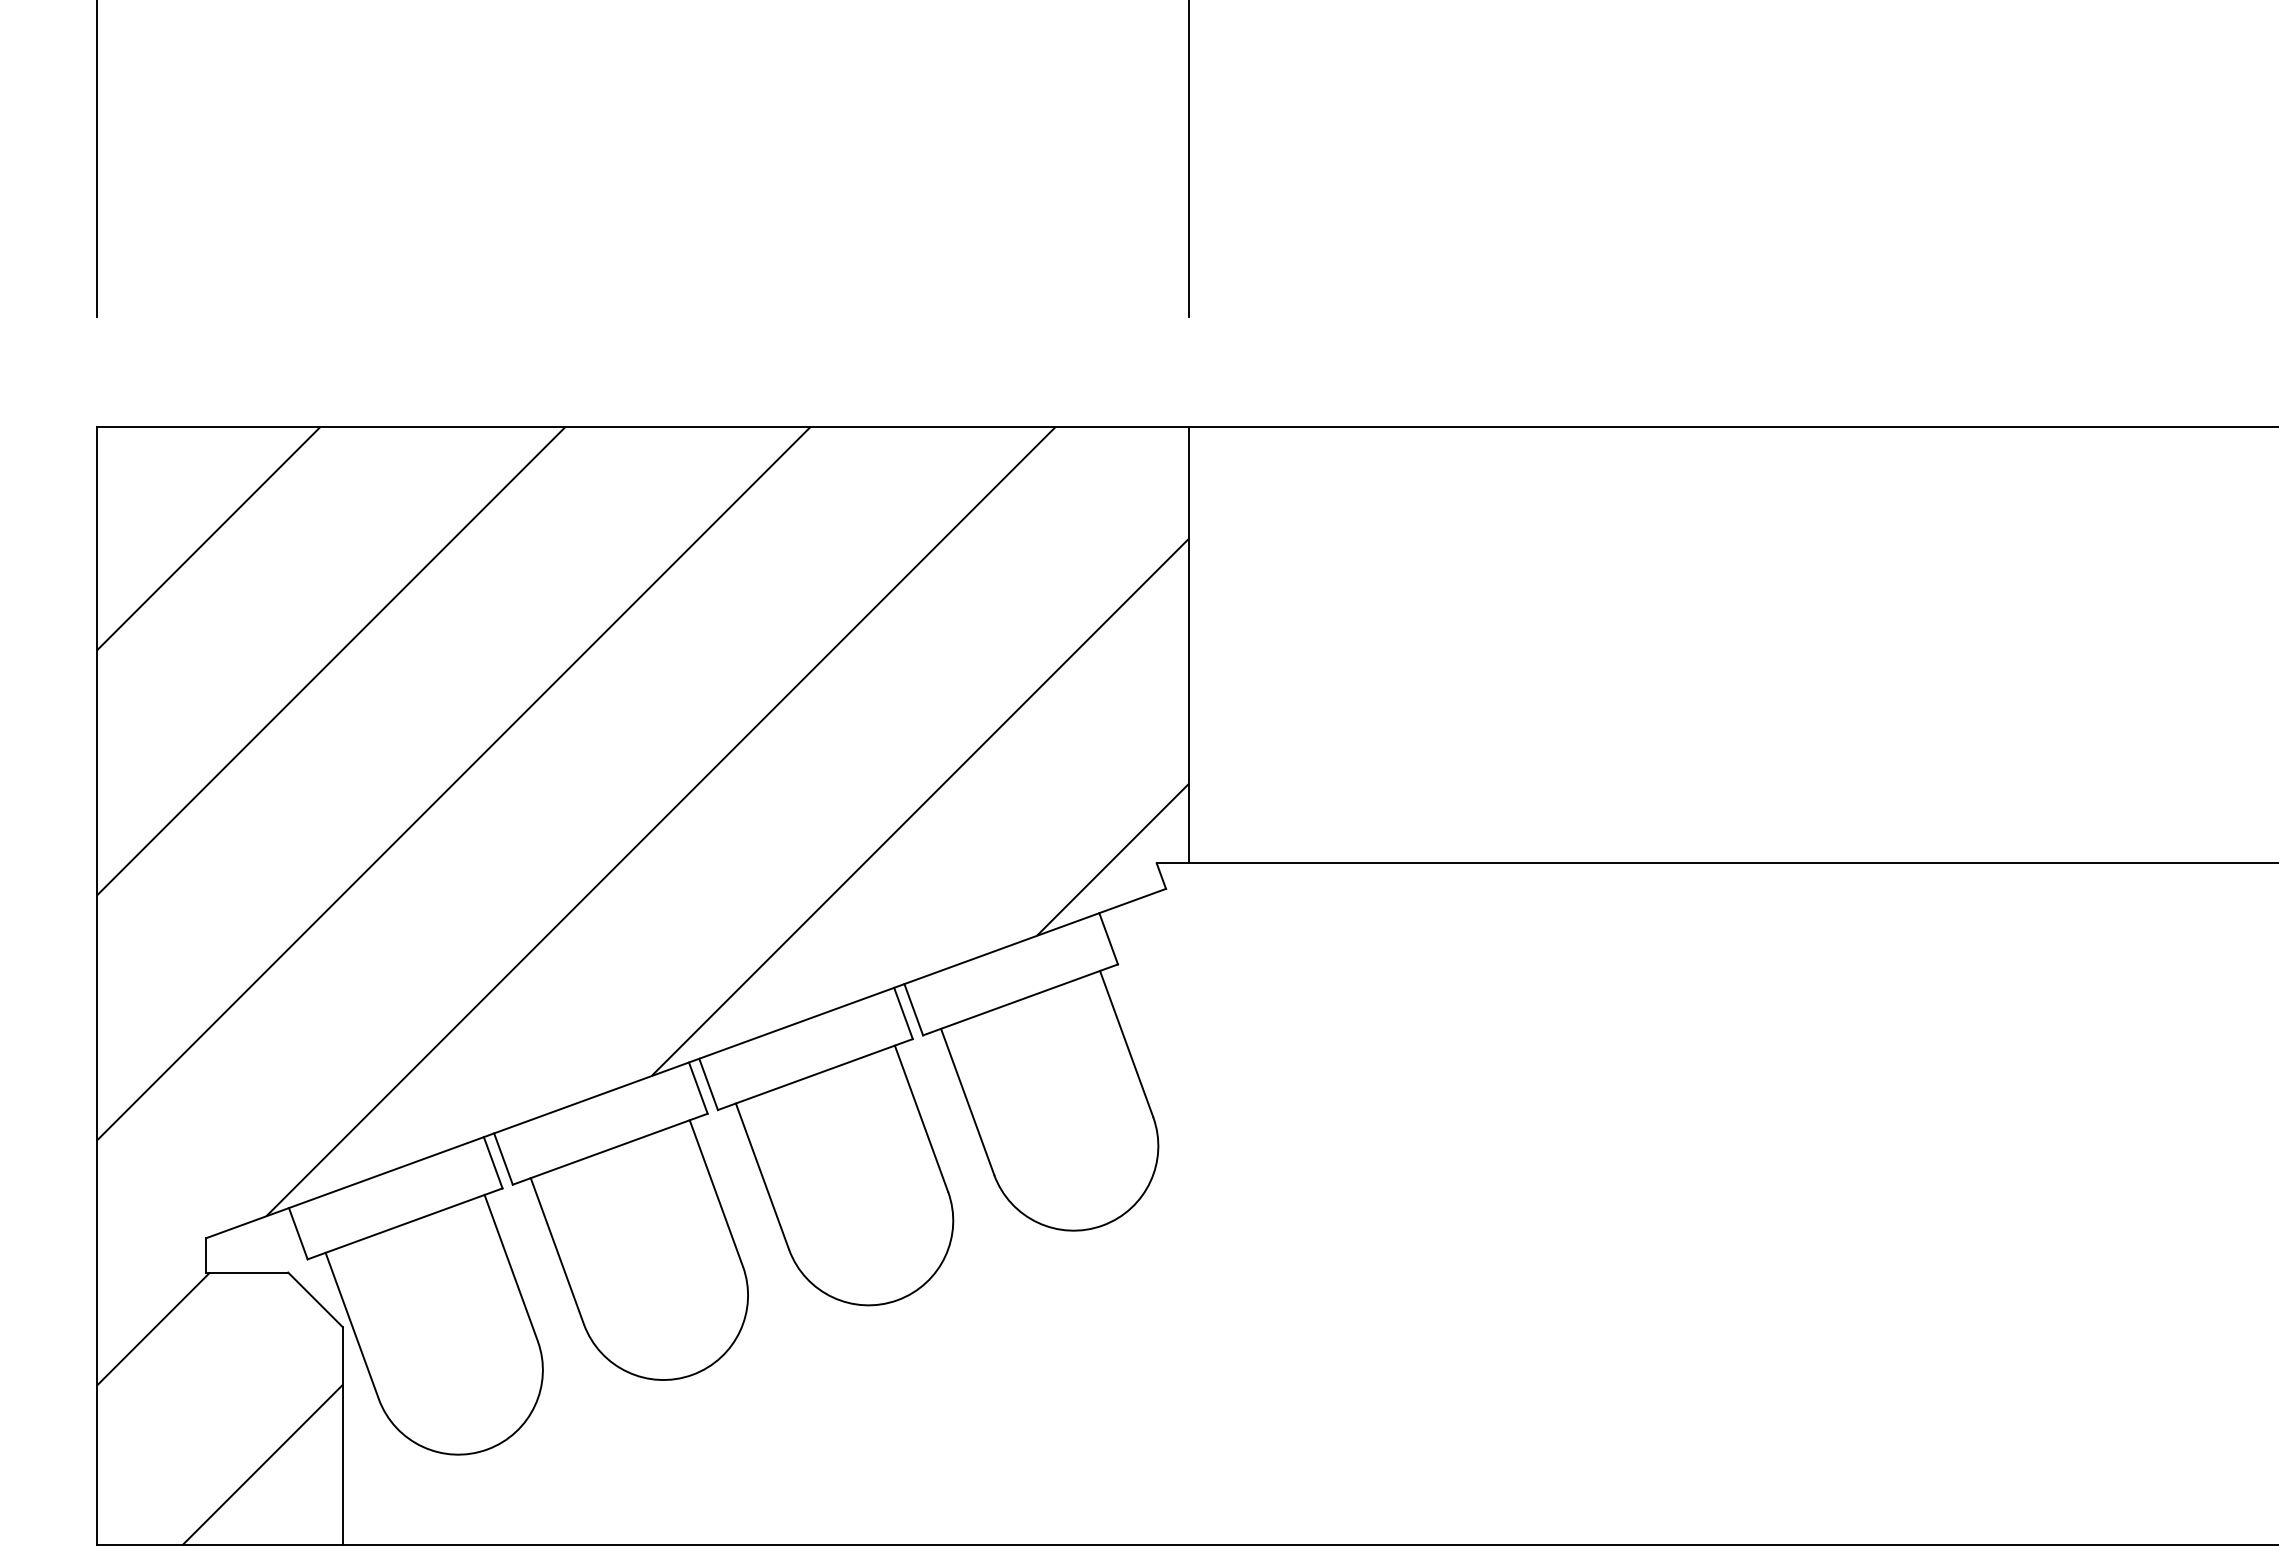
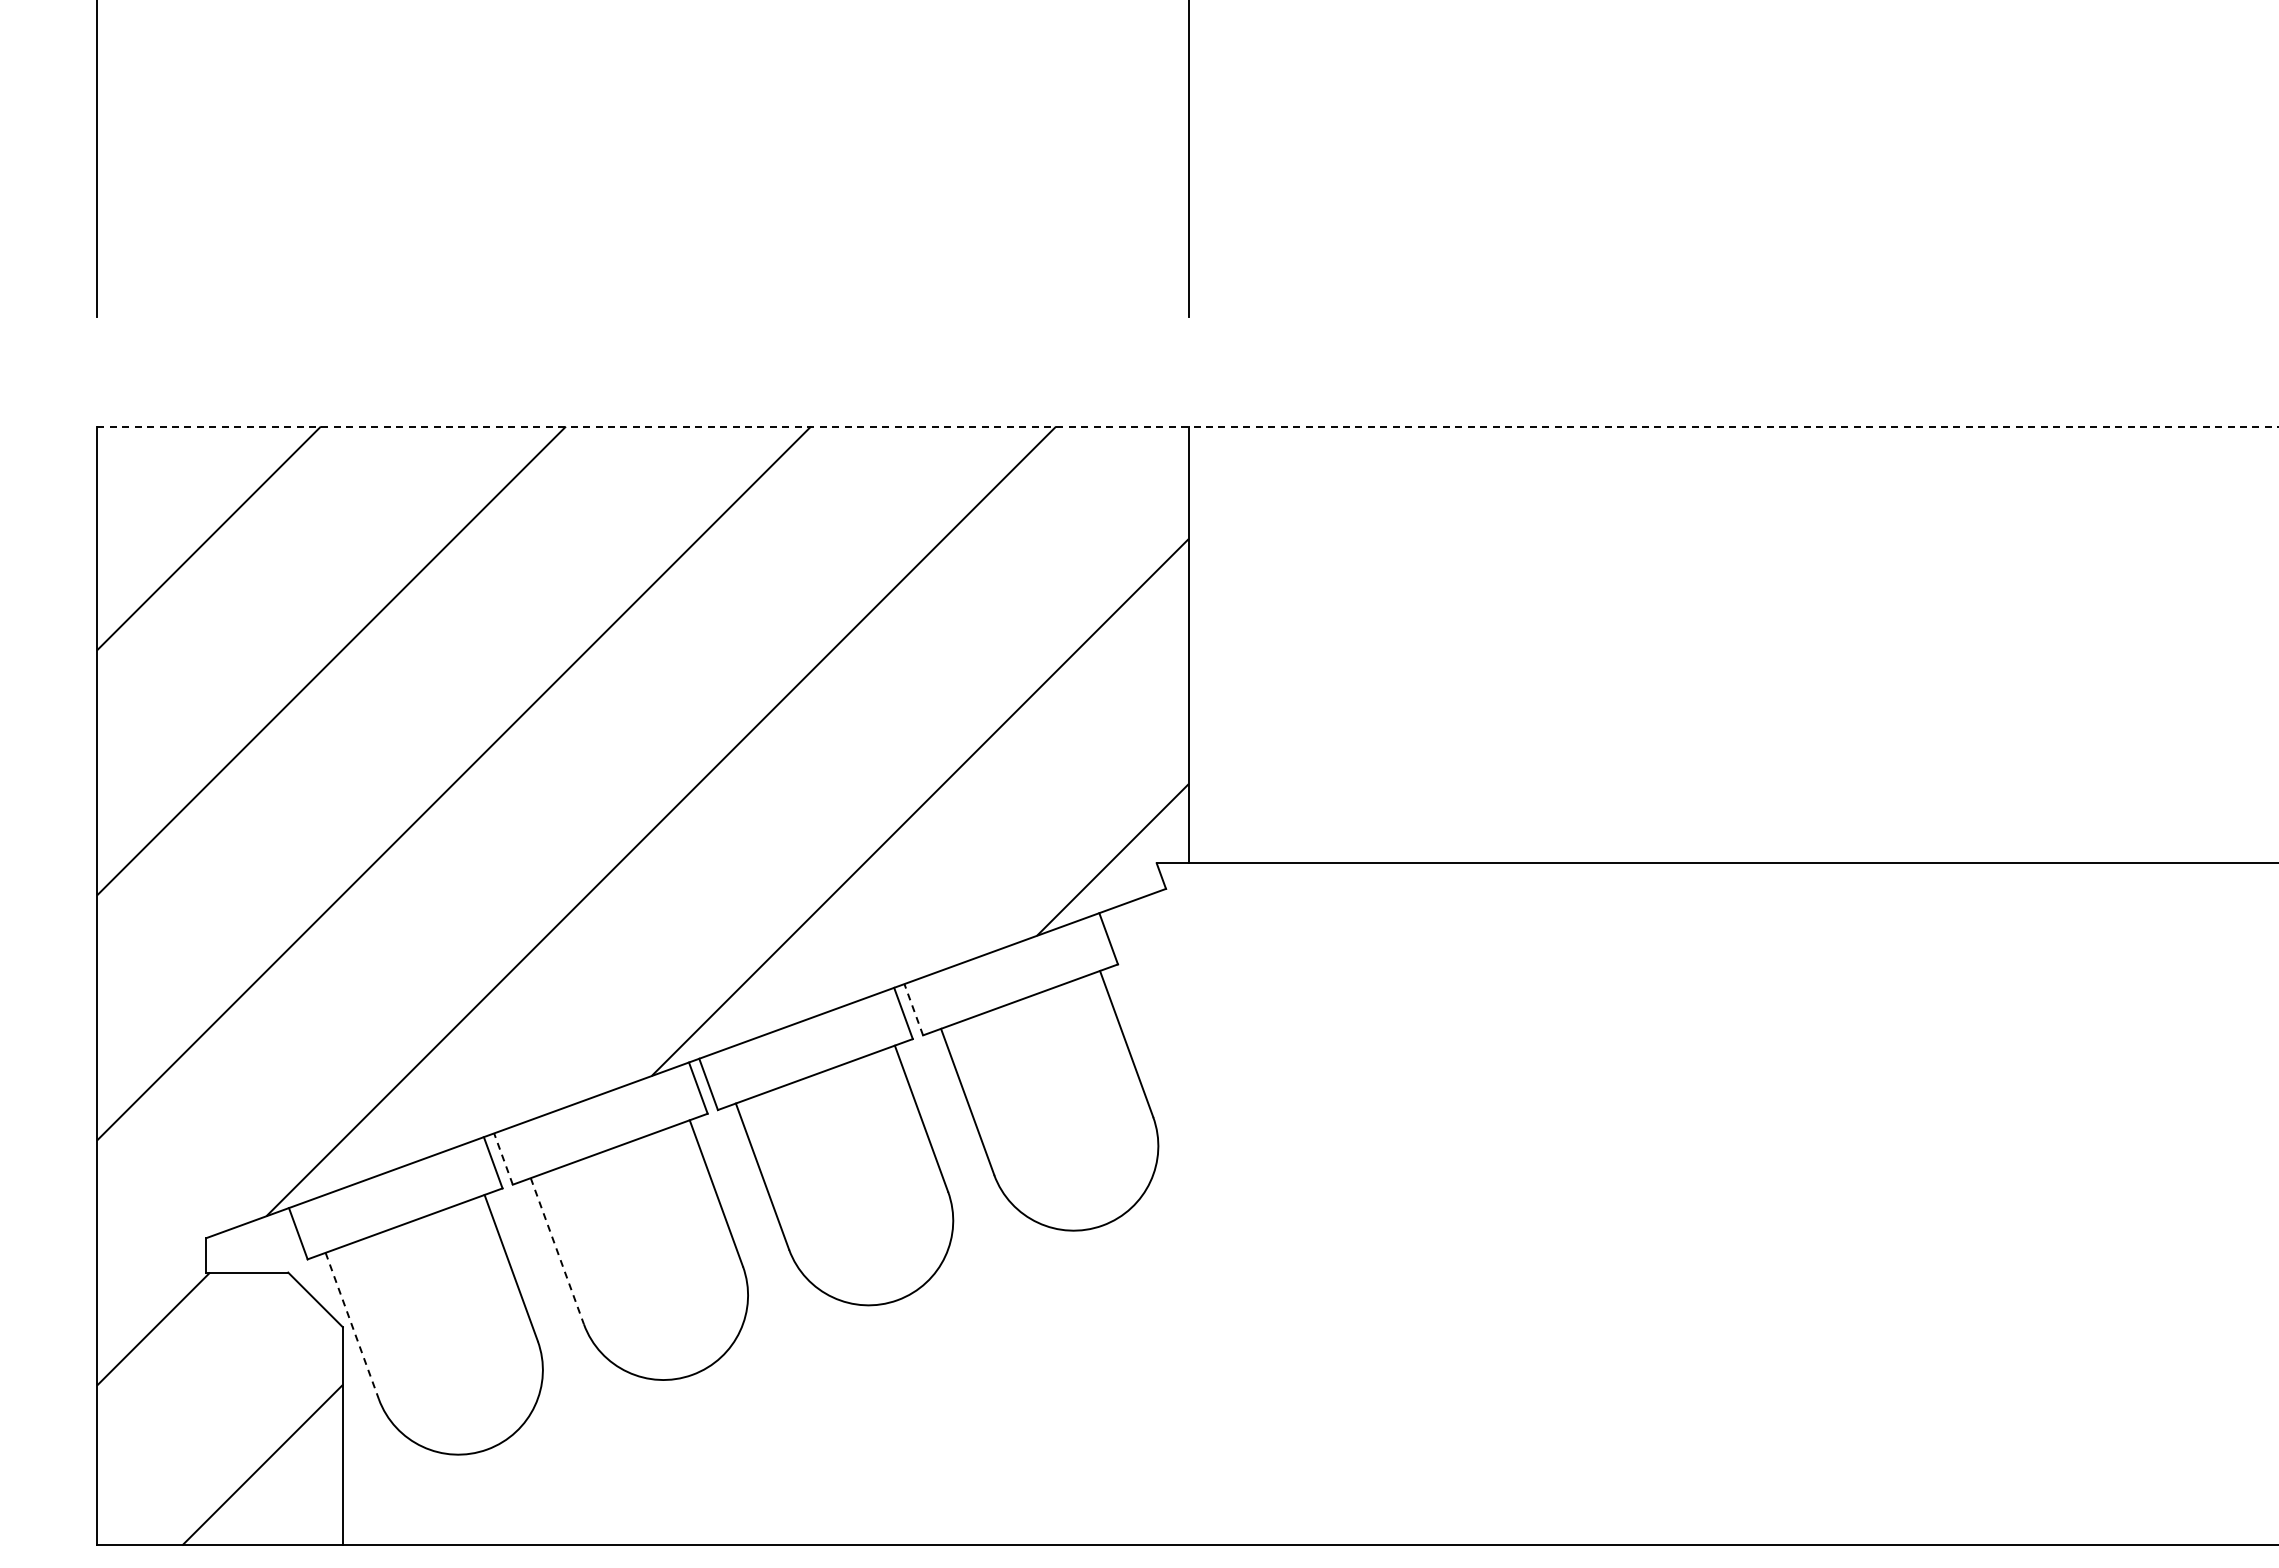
line at (1188, 426): solid -> dashed
line at (913, 1009): solid -> dashed
line at (503, 1158): solid -> dashed
line at (557, 1251): solid -> dashed
line at (352, 1325): solid -> dashed
